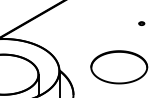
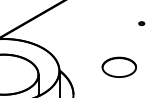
part at (119, 67) size: 59x35 px -> 37x22 px
